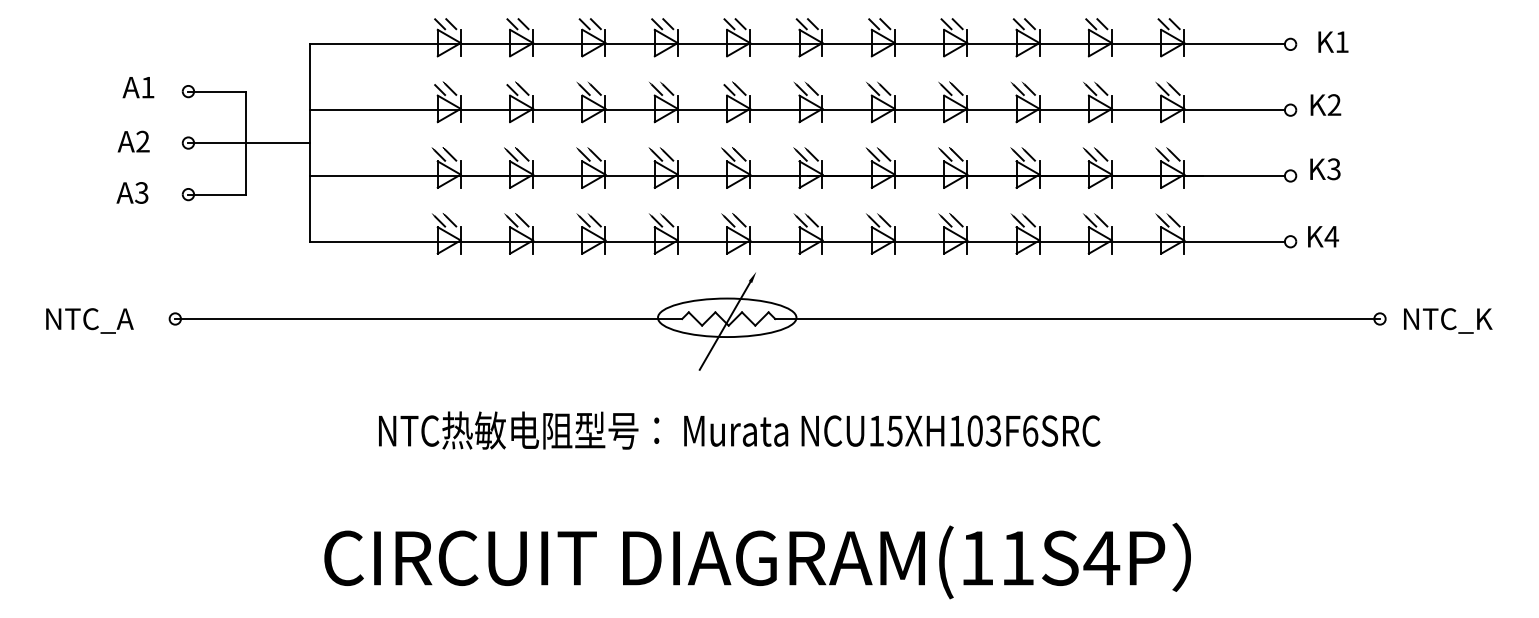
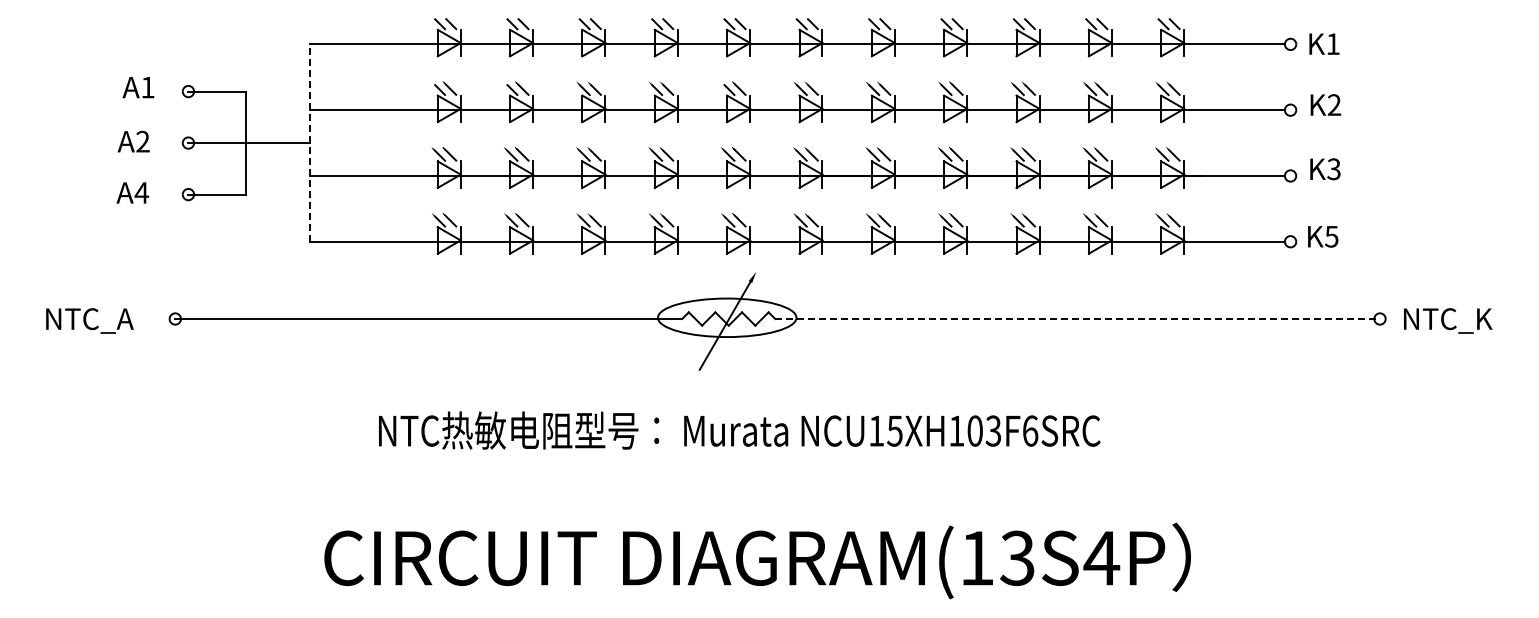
text at (1333, 41) position: (1333, 41) -> (1324, 43)
line at (309, 143): solid -> dashed
text at (141, 192): A3 -> A4
text at (1331, 236): K4 -> K5
line at (1078, 319): solid -> dashed
text at (1017, 558): DIAGRAM(11S4P -> DIAGRAM(13S4P
